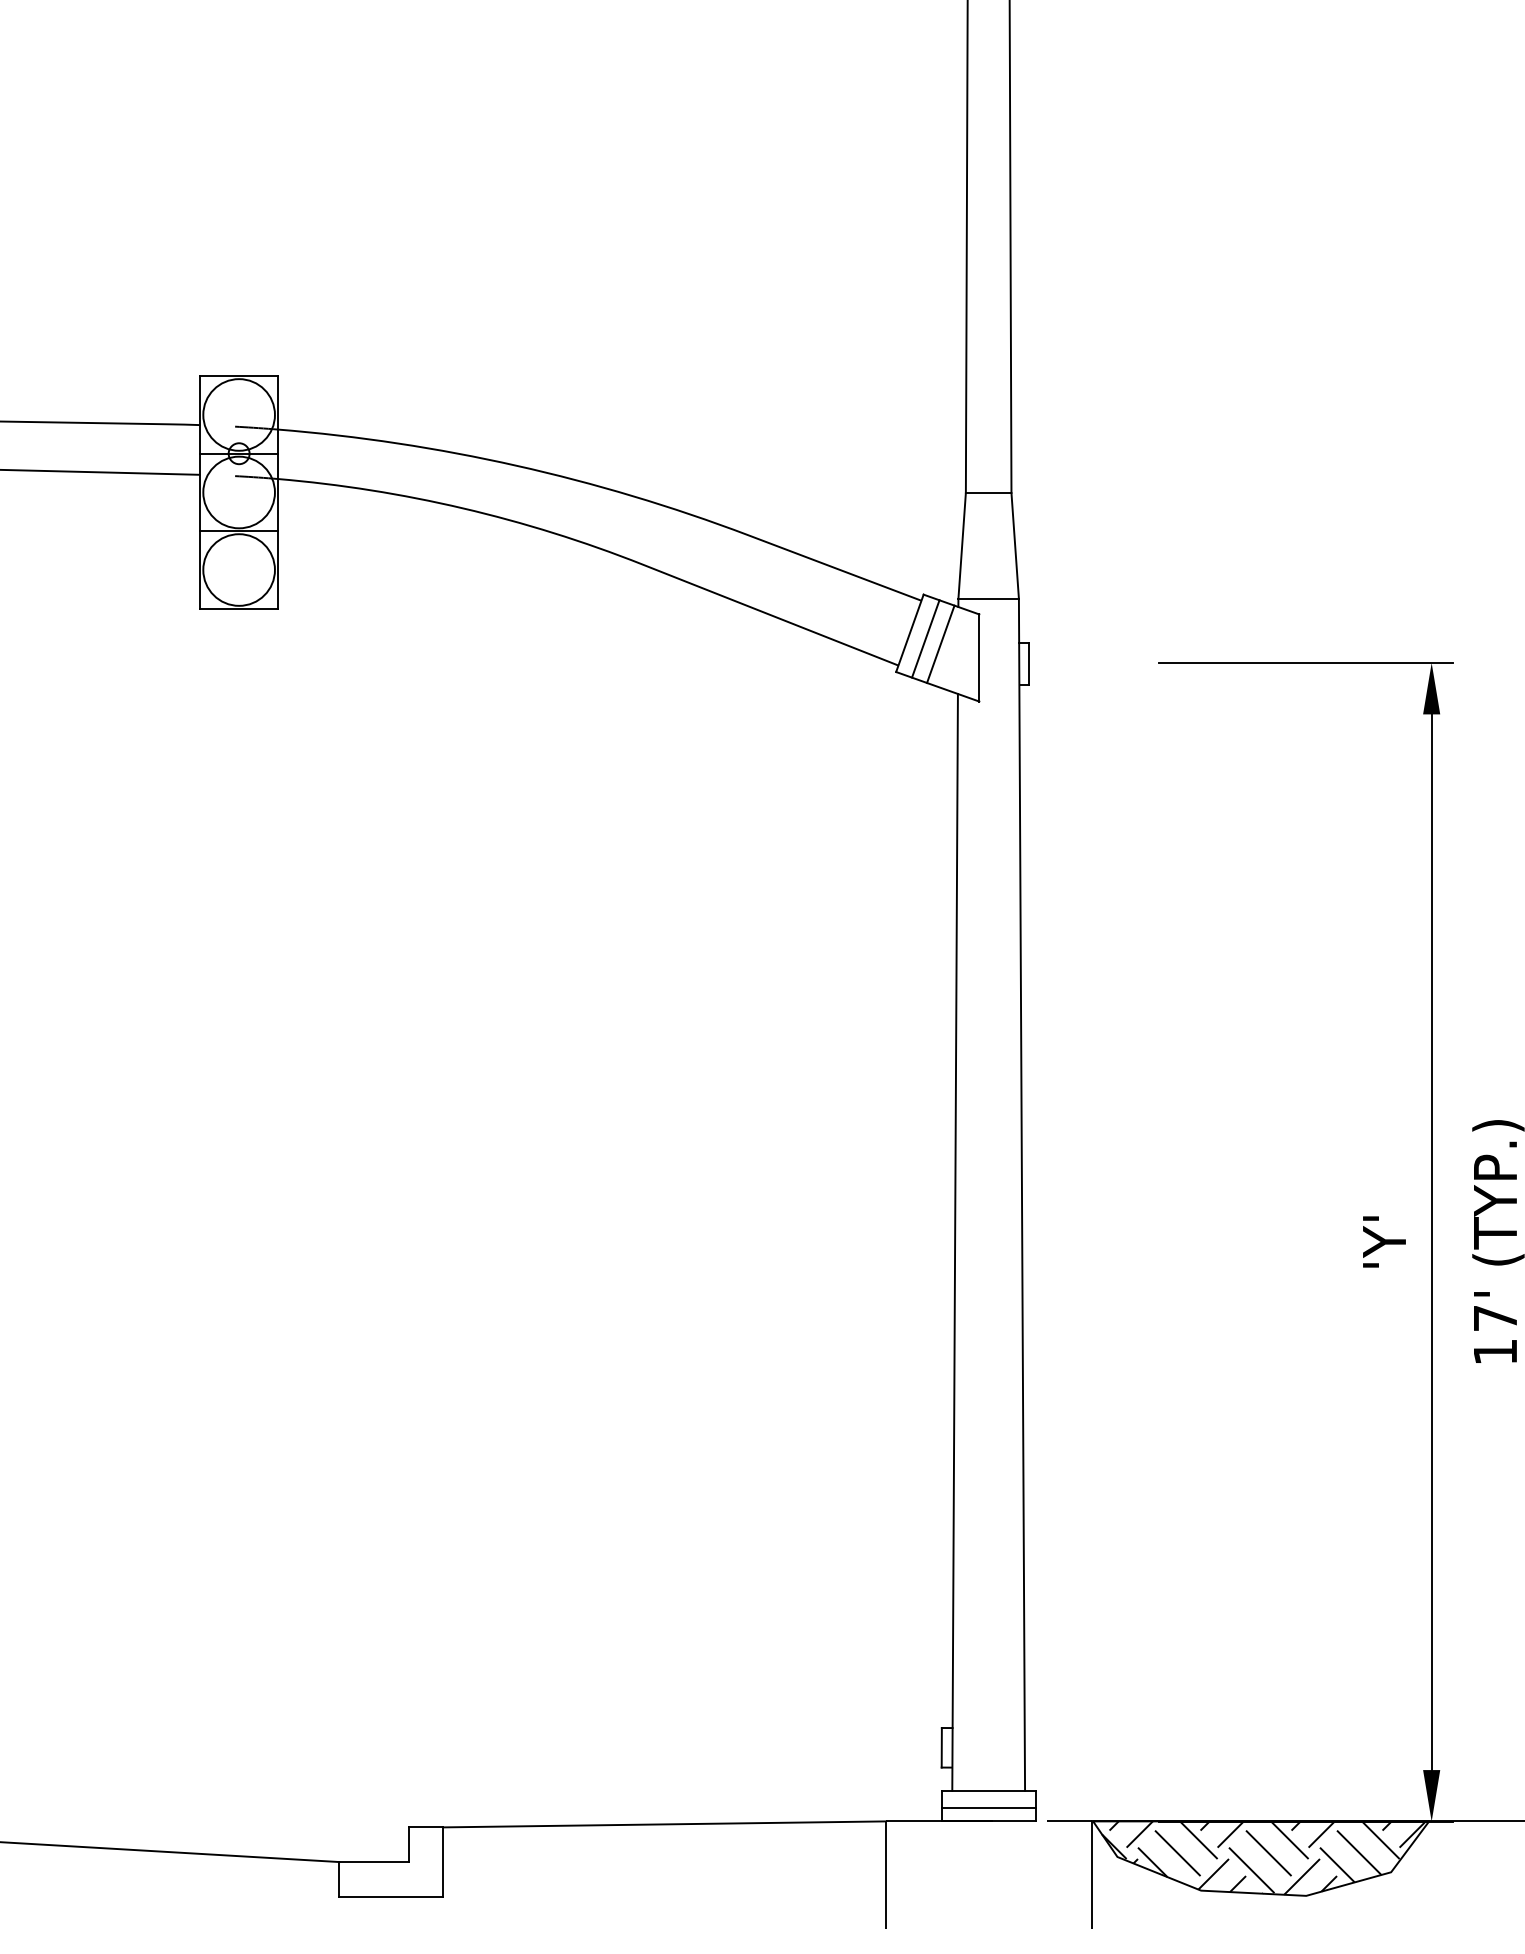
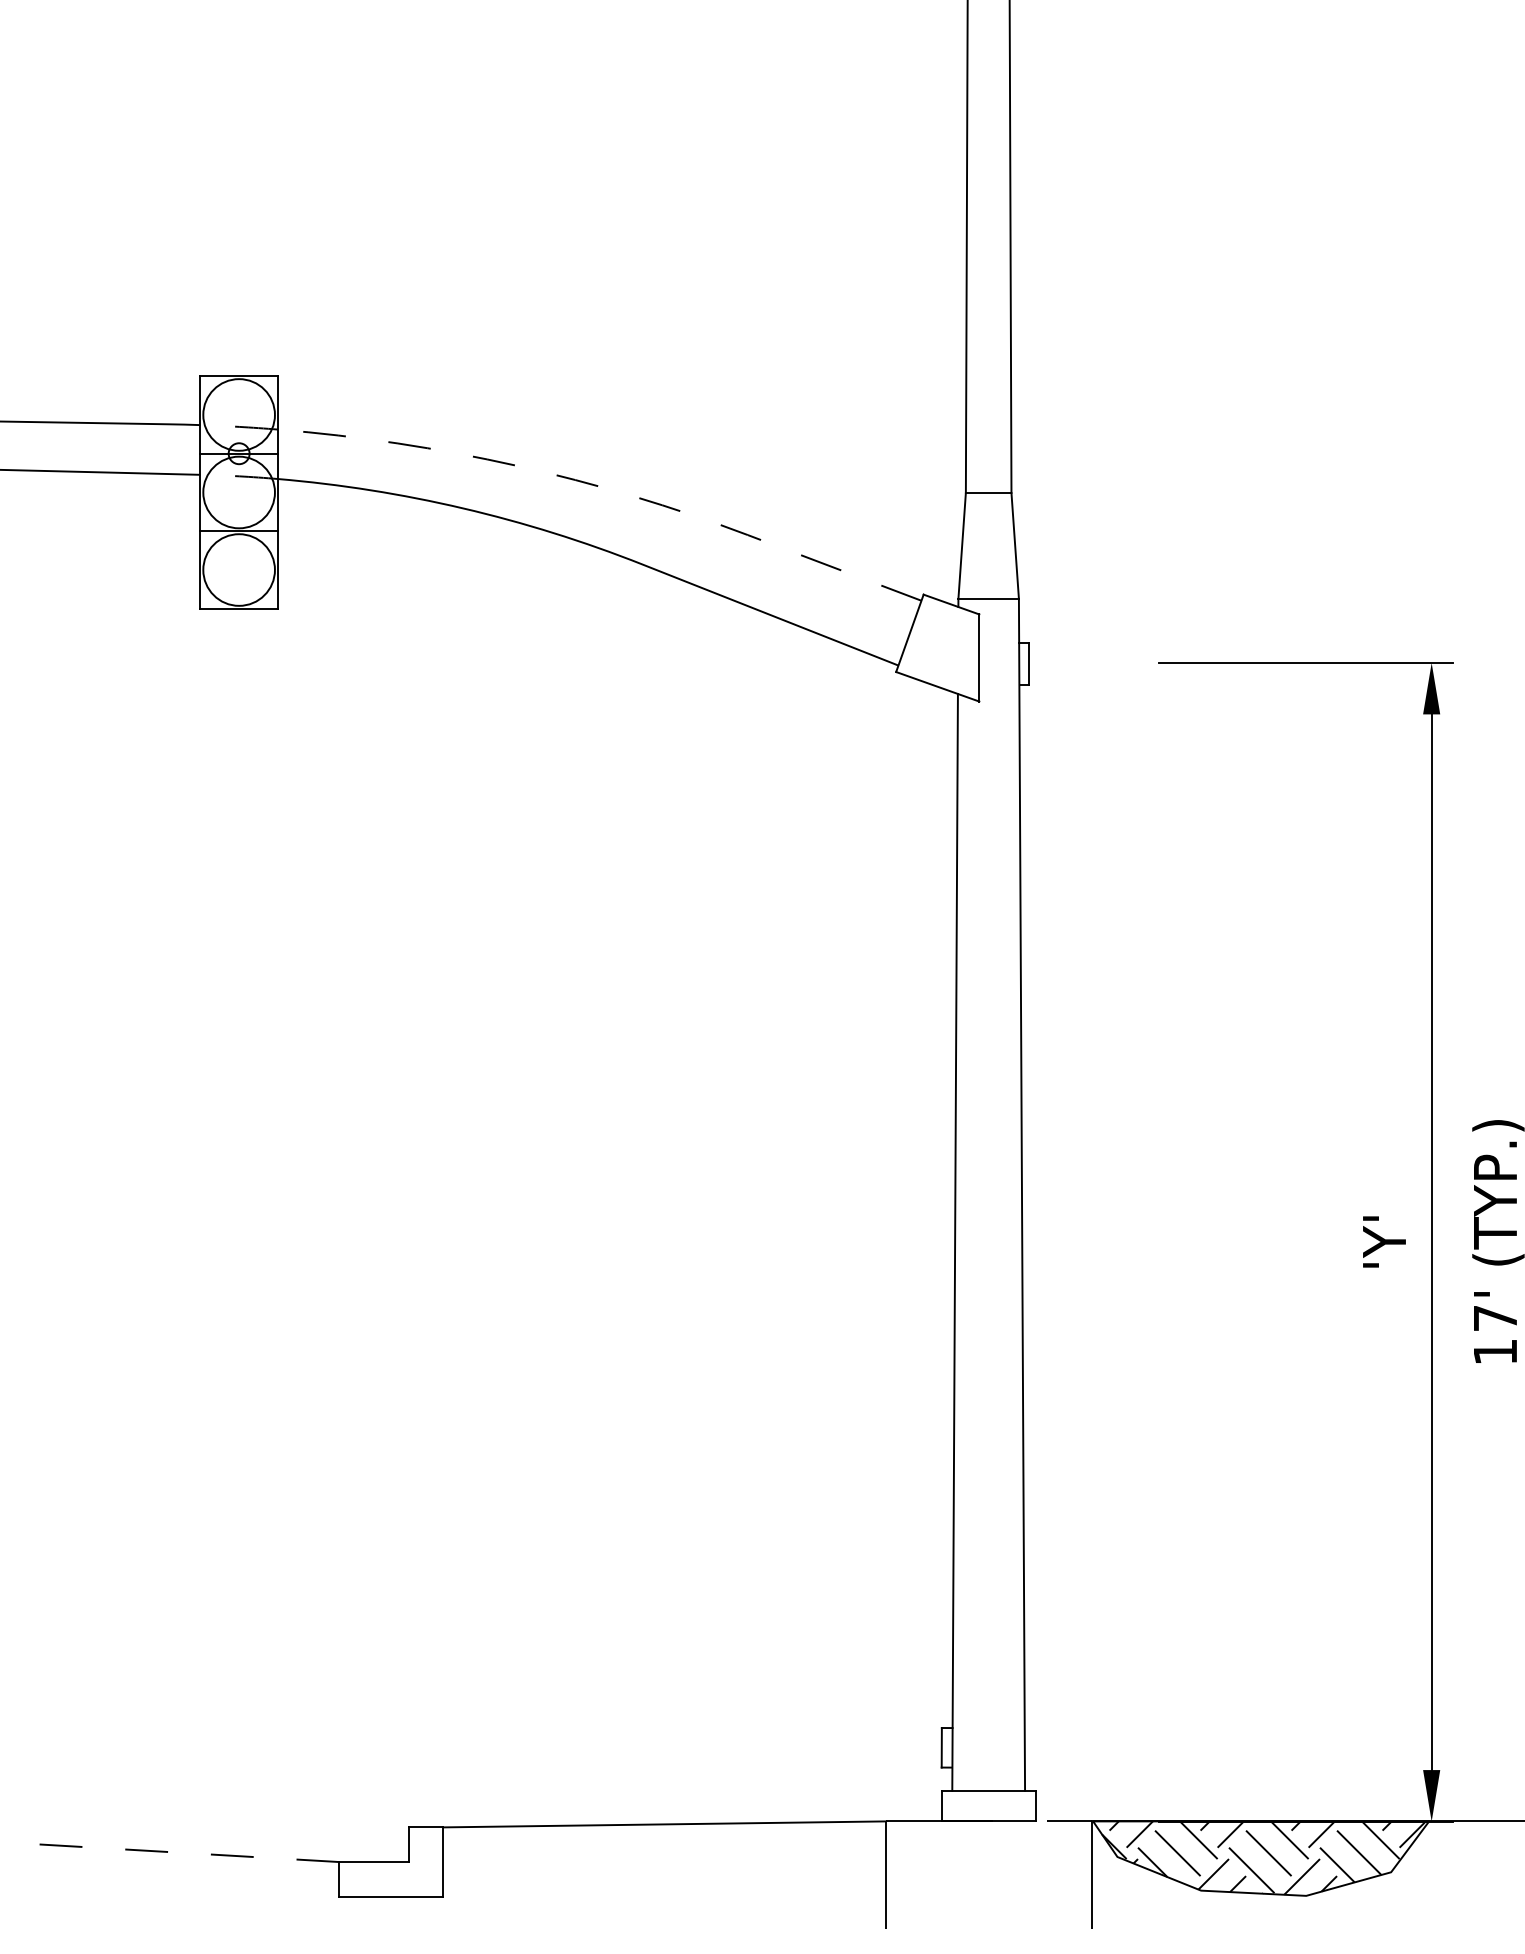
line at (602, 487): solid -> dashed
line at (925, 638): present -> none
line at (940, 644): present -> none
line at (988, 1808): present -> none
line at (169, 1852): solid -> dashed
